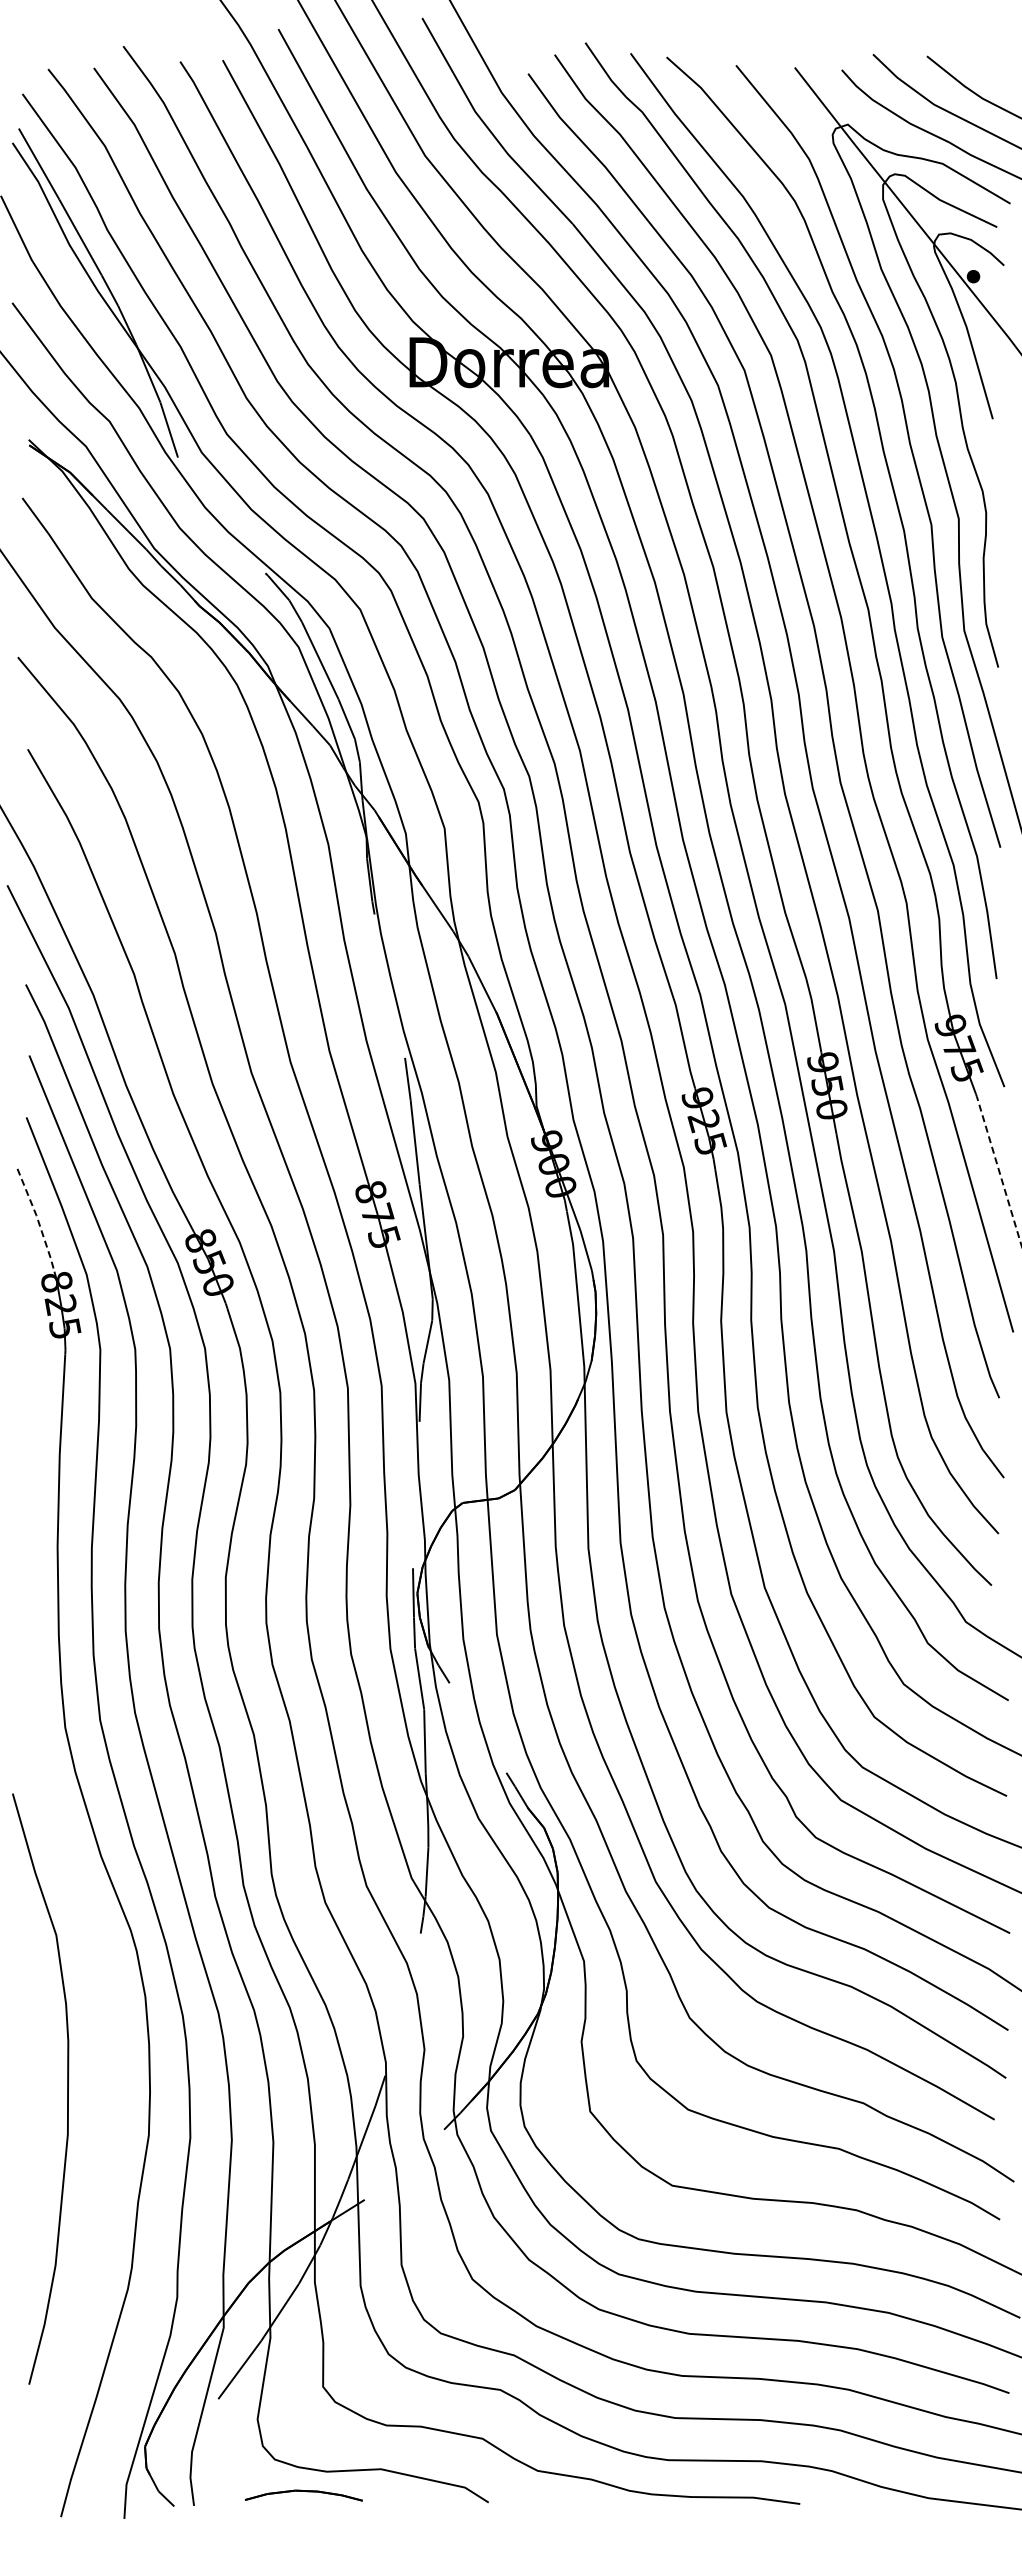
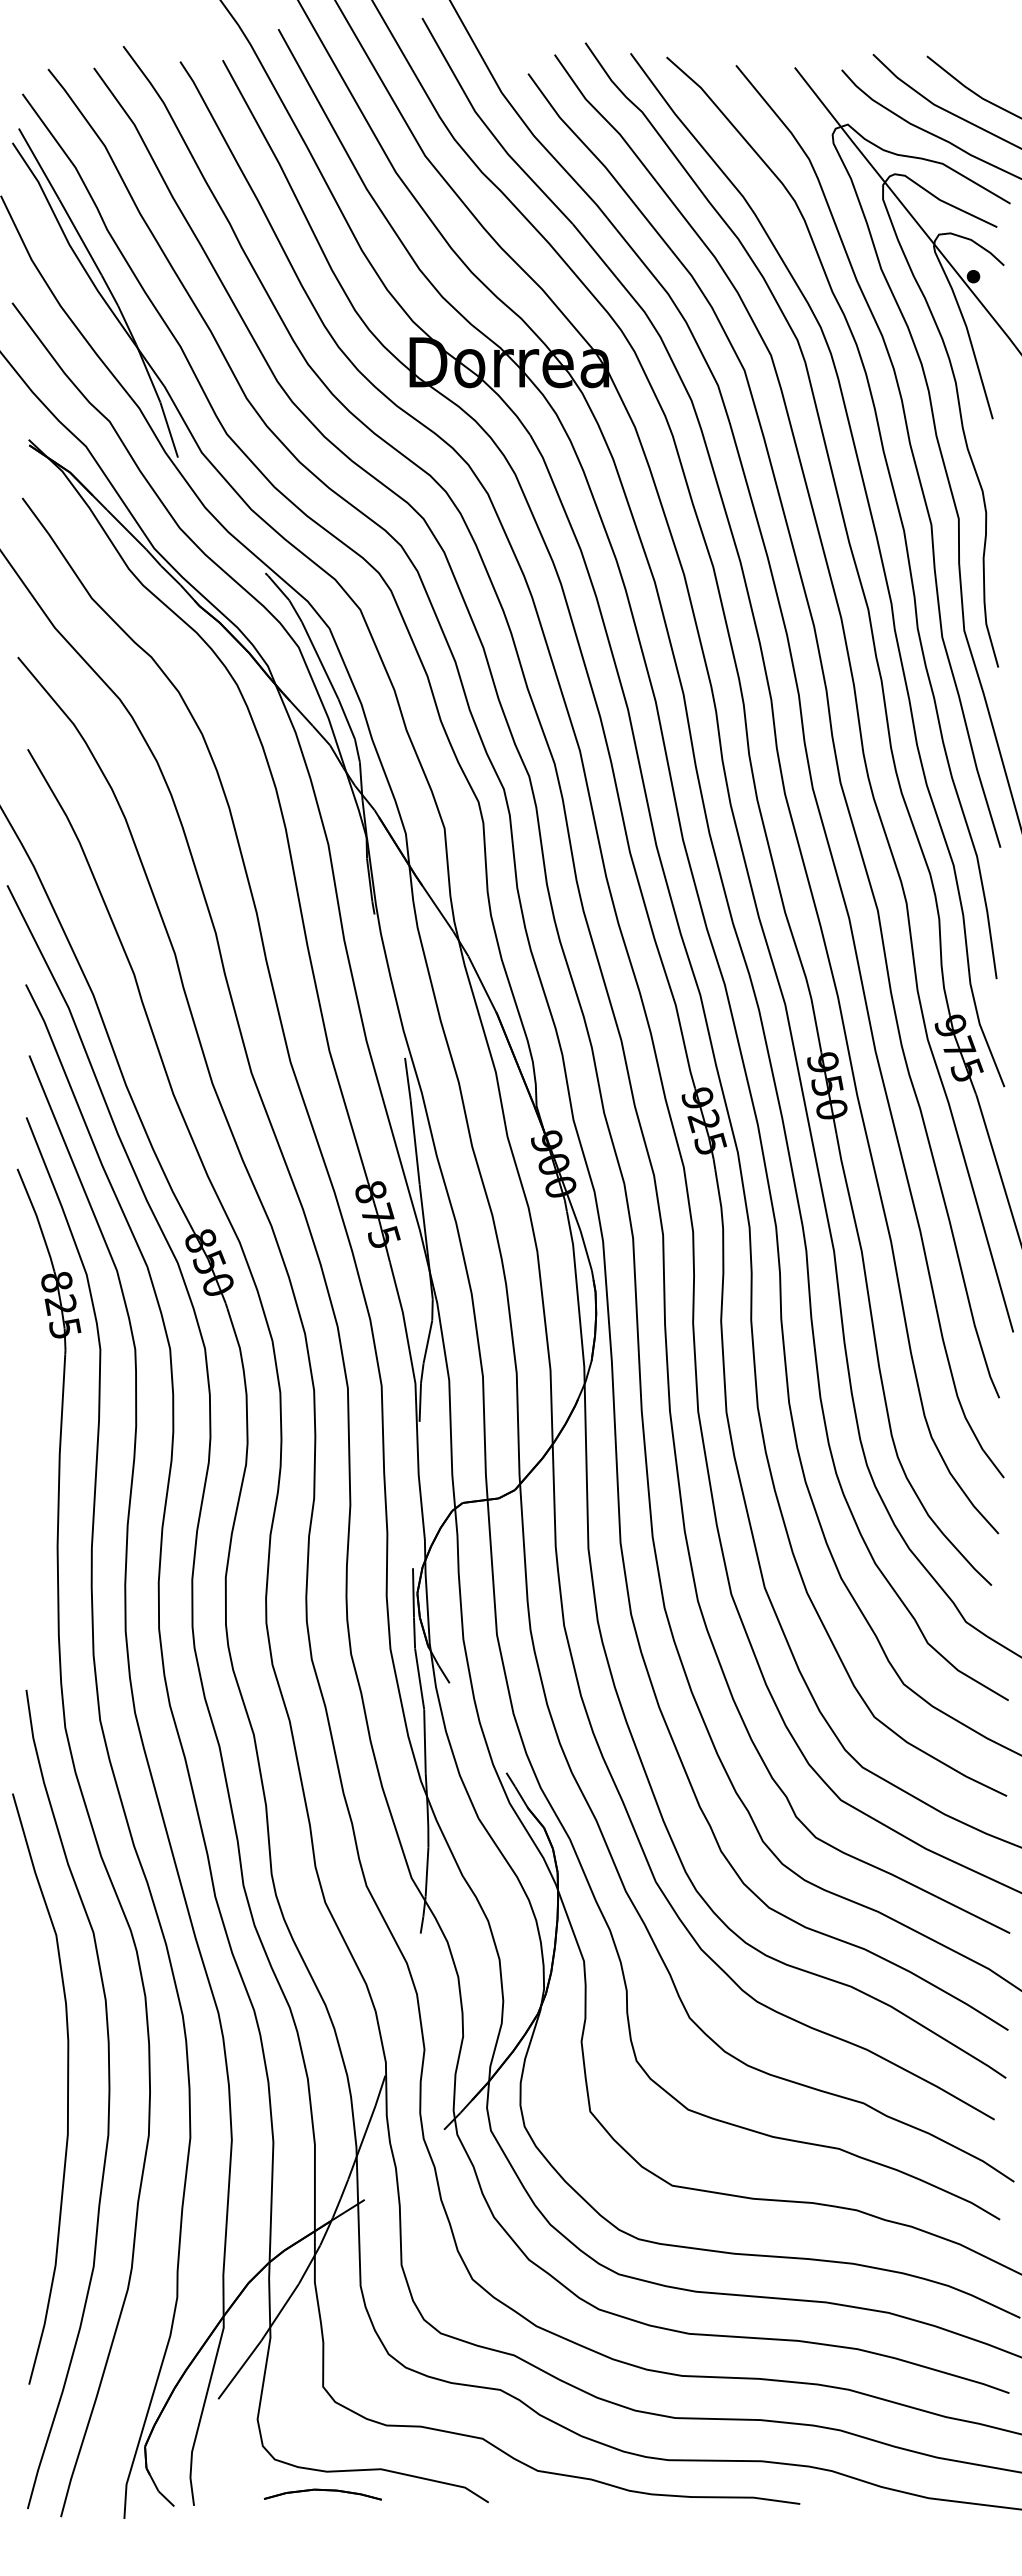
line at (998, 1170): dashed -> solid
line at (37, 1220): dashed -> solid
curve at (108, 2099): none -> present
part at (303, 2495) position: (303, 2495) -> (322, 2494)
